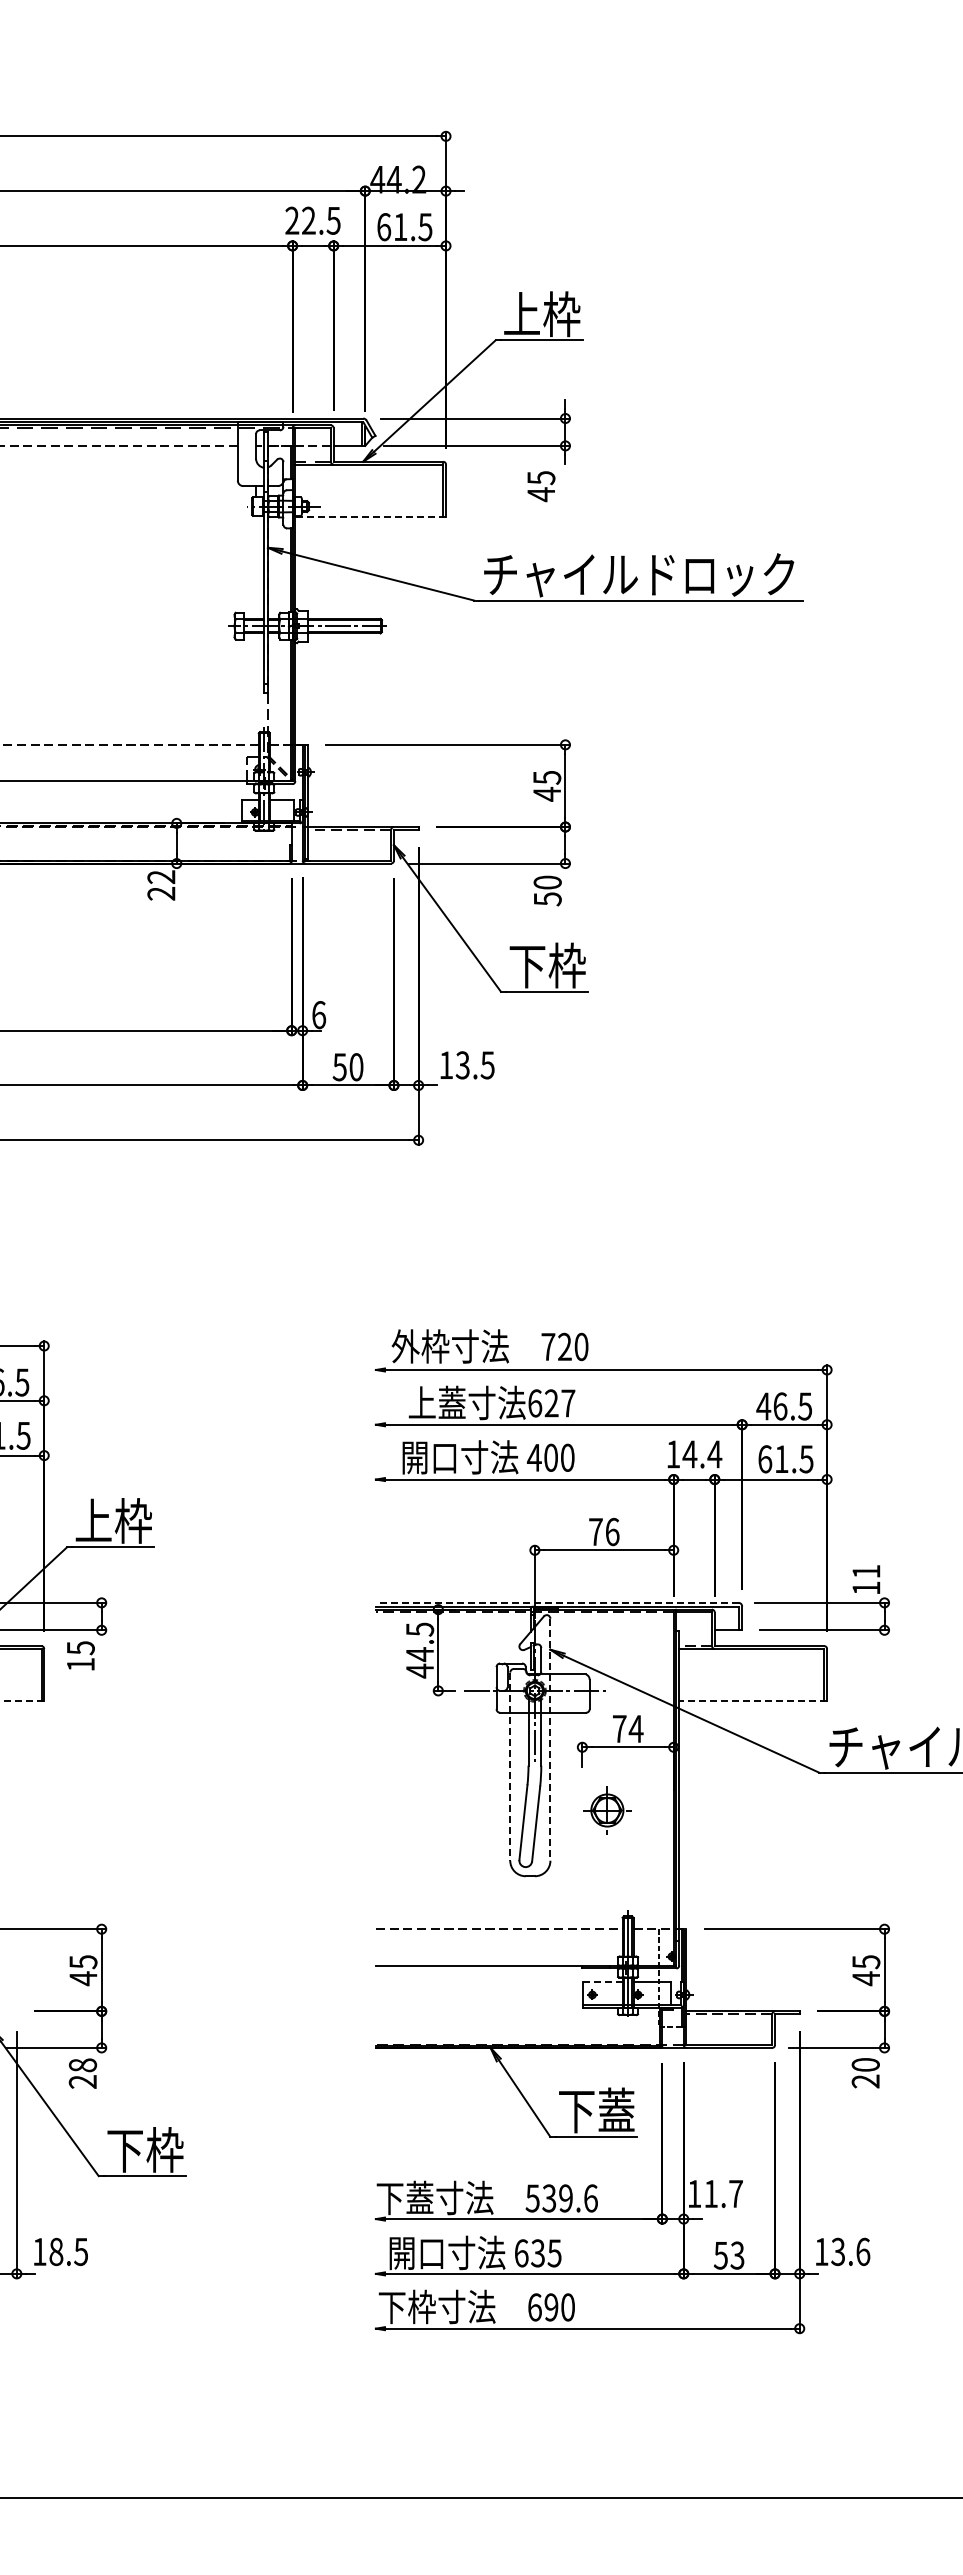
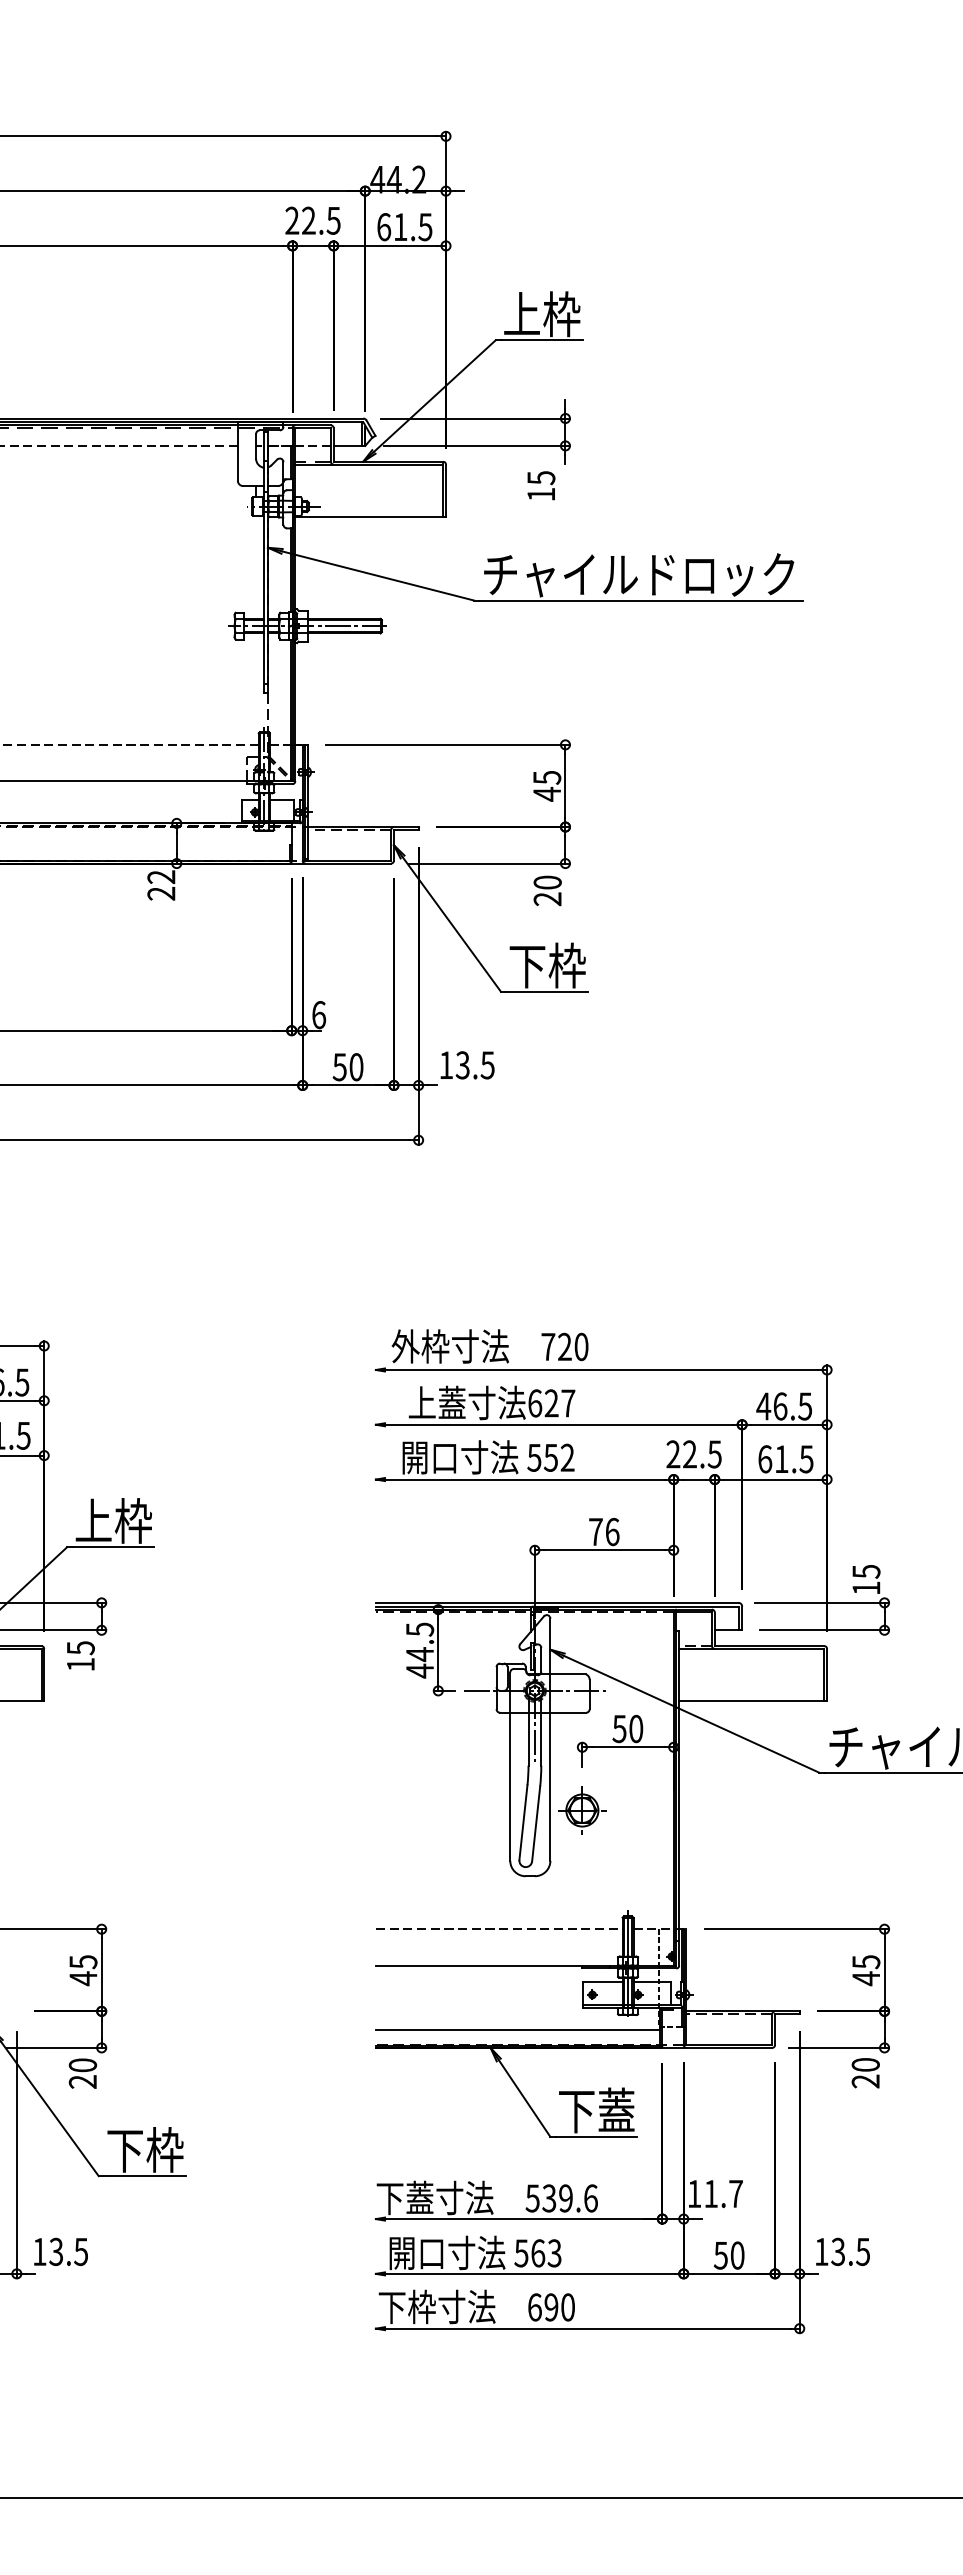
text at (540, 494): 45 -> 15
line at (370, 516): dashed -> solid
text at (547, 899): 50 -> 20
text at (694, 1454): 14.4 -> 22.5
text at (550, 1457): 400 -> 552
text at (866, 1571): 11 -> 15
line at (556, 1602): dashed -> solid
line at (22, 1700): dashed -> solid
line at (753, 1700): dashed -> solid
text at (627, 1728): 74 -> 50
line at (550, 1739): dashed -> solid
line at (510, 1767): dashed -> solid
part at (607, 1810) position: (607, 1810) -> (582, 1810)
line at (602, 1982): dashed -> solid
line at (517, 2029): none -> present
text at (82, 2065): 28 -> 20
text at (56, 2251): 18.5 -> 13.5
text at (863, 2251): 13.6 -> 13.5
text at (537, 2253): 635 -> 563
text at (737, 2255): 53 -> 50
